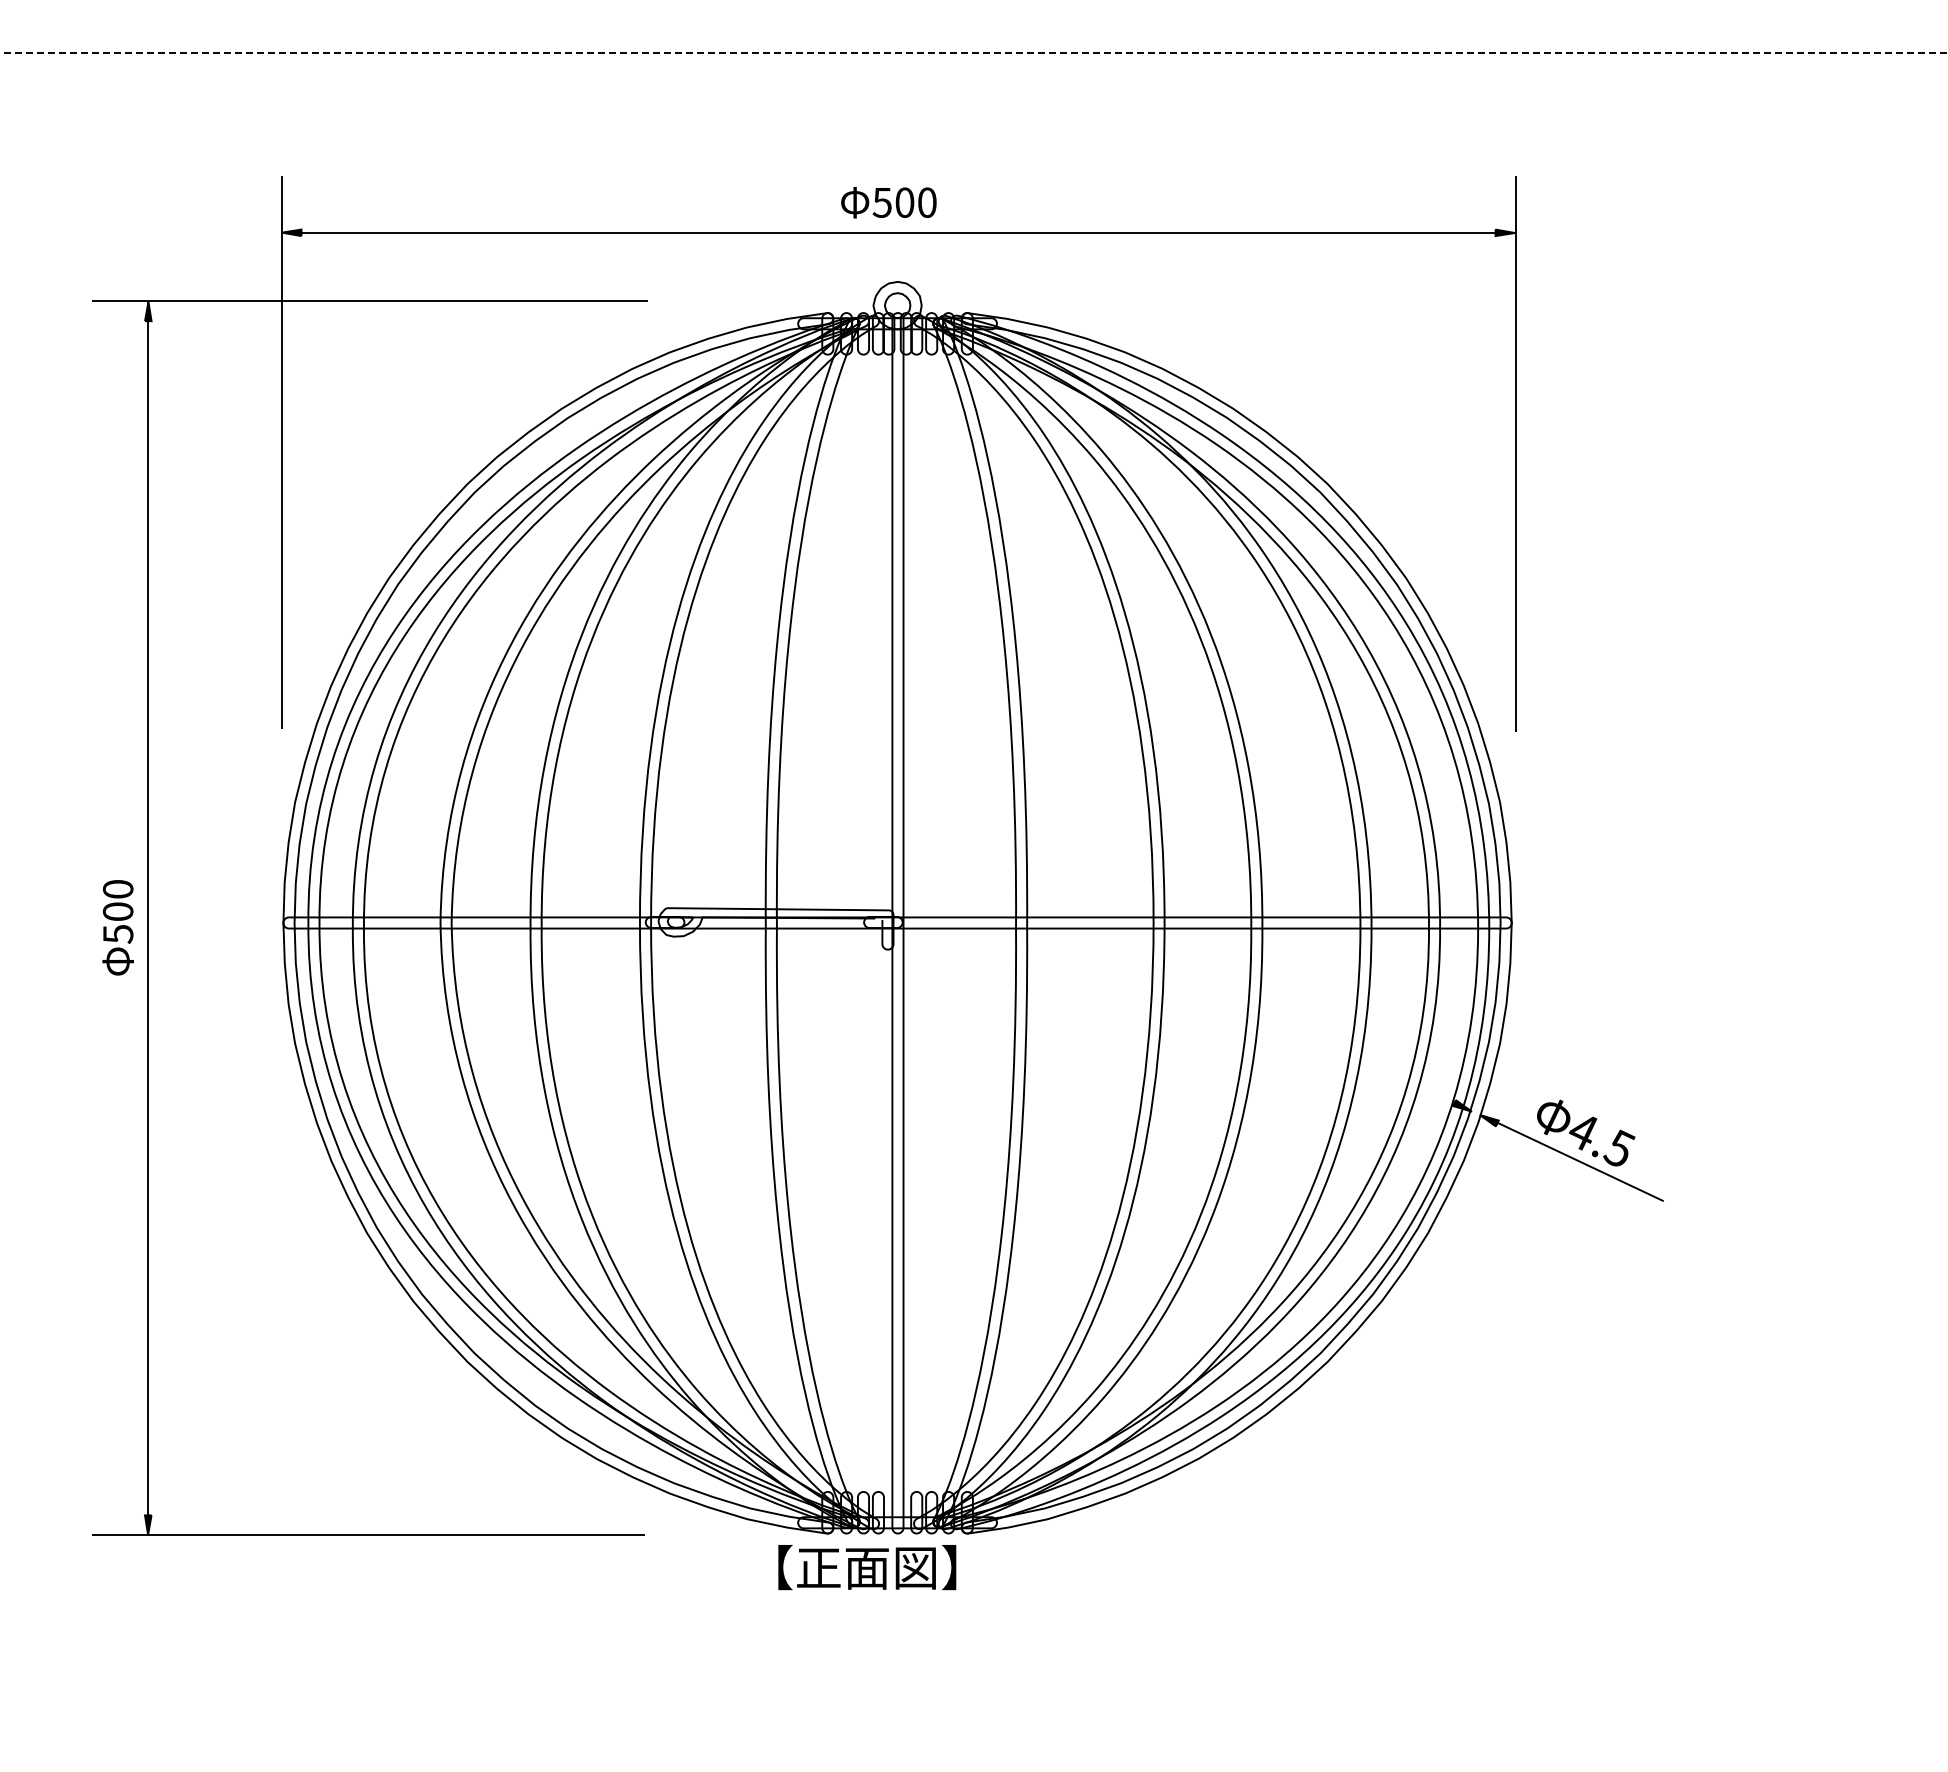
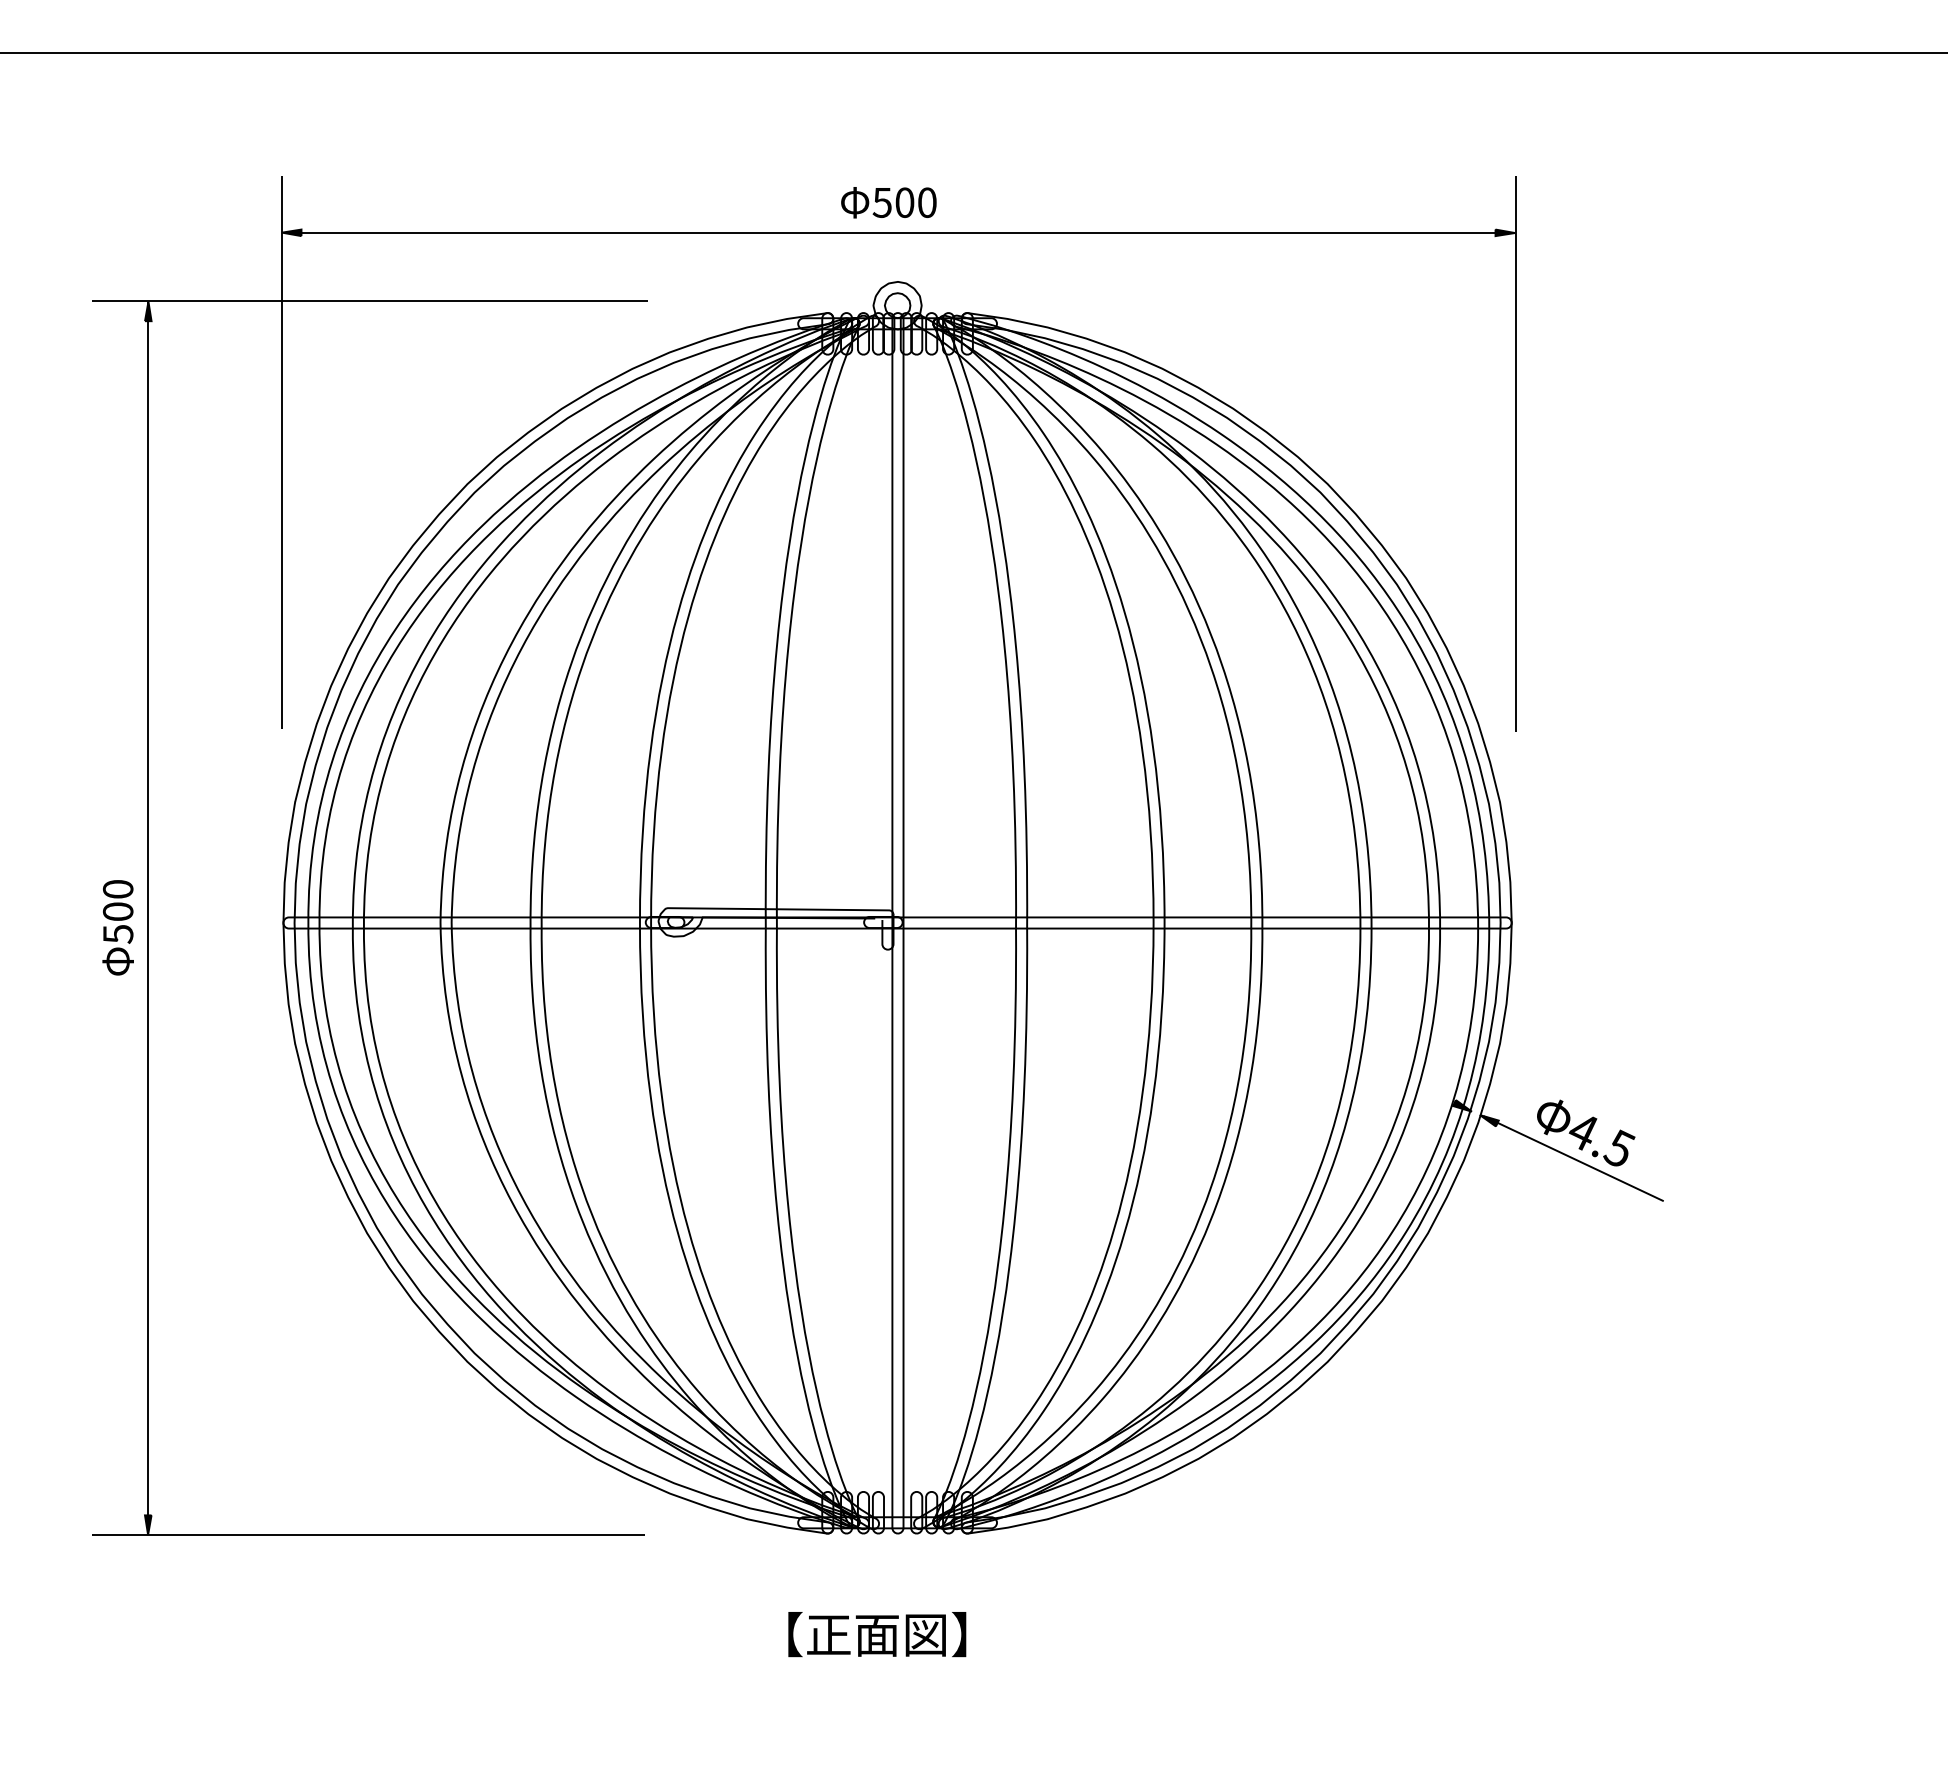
line at (974, 52): dashed -> solid
text at (867, 1567) position: (867, 1567) -> (877, 1634)
